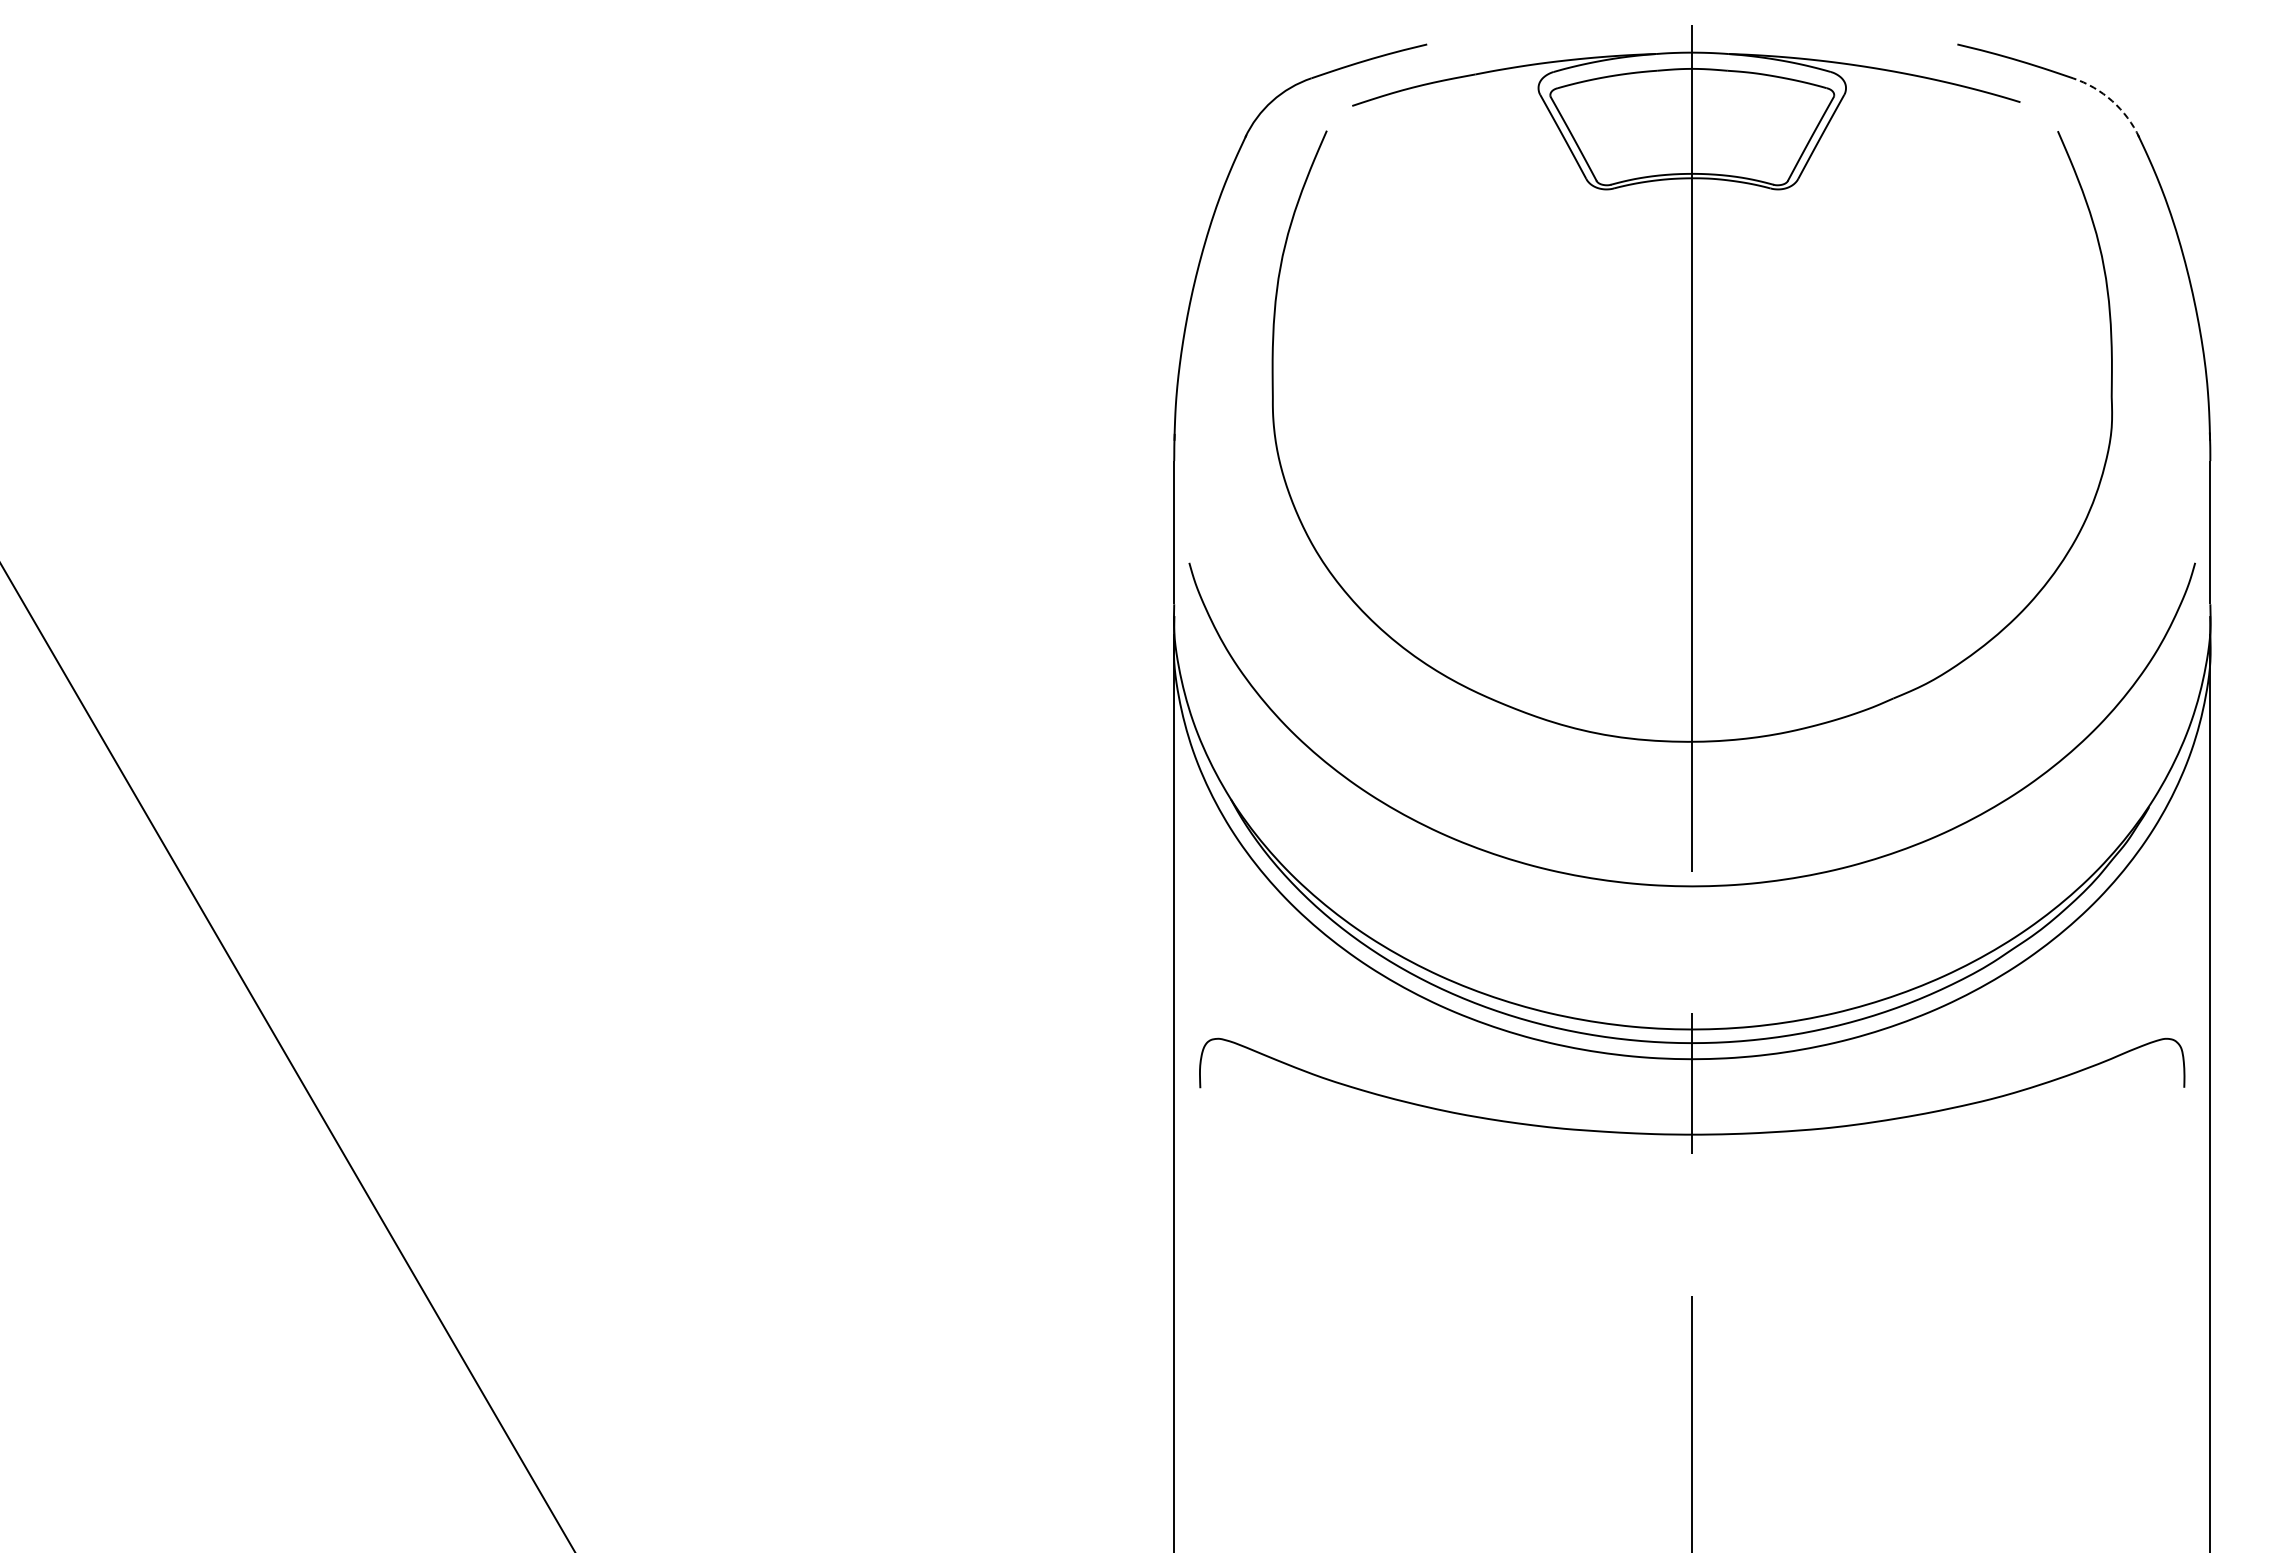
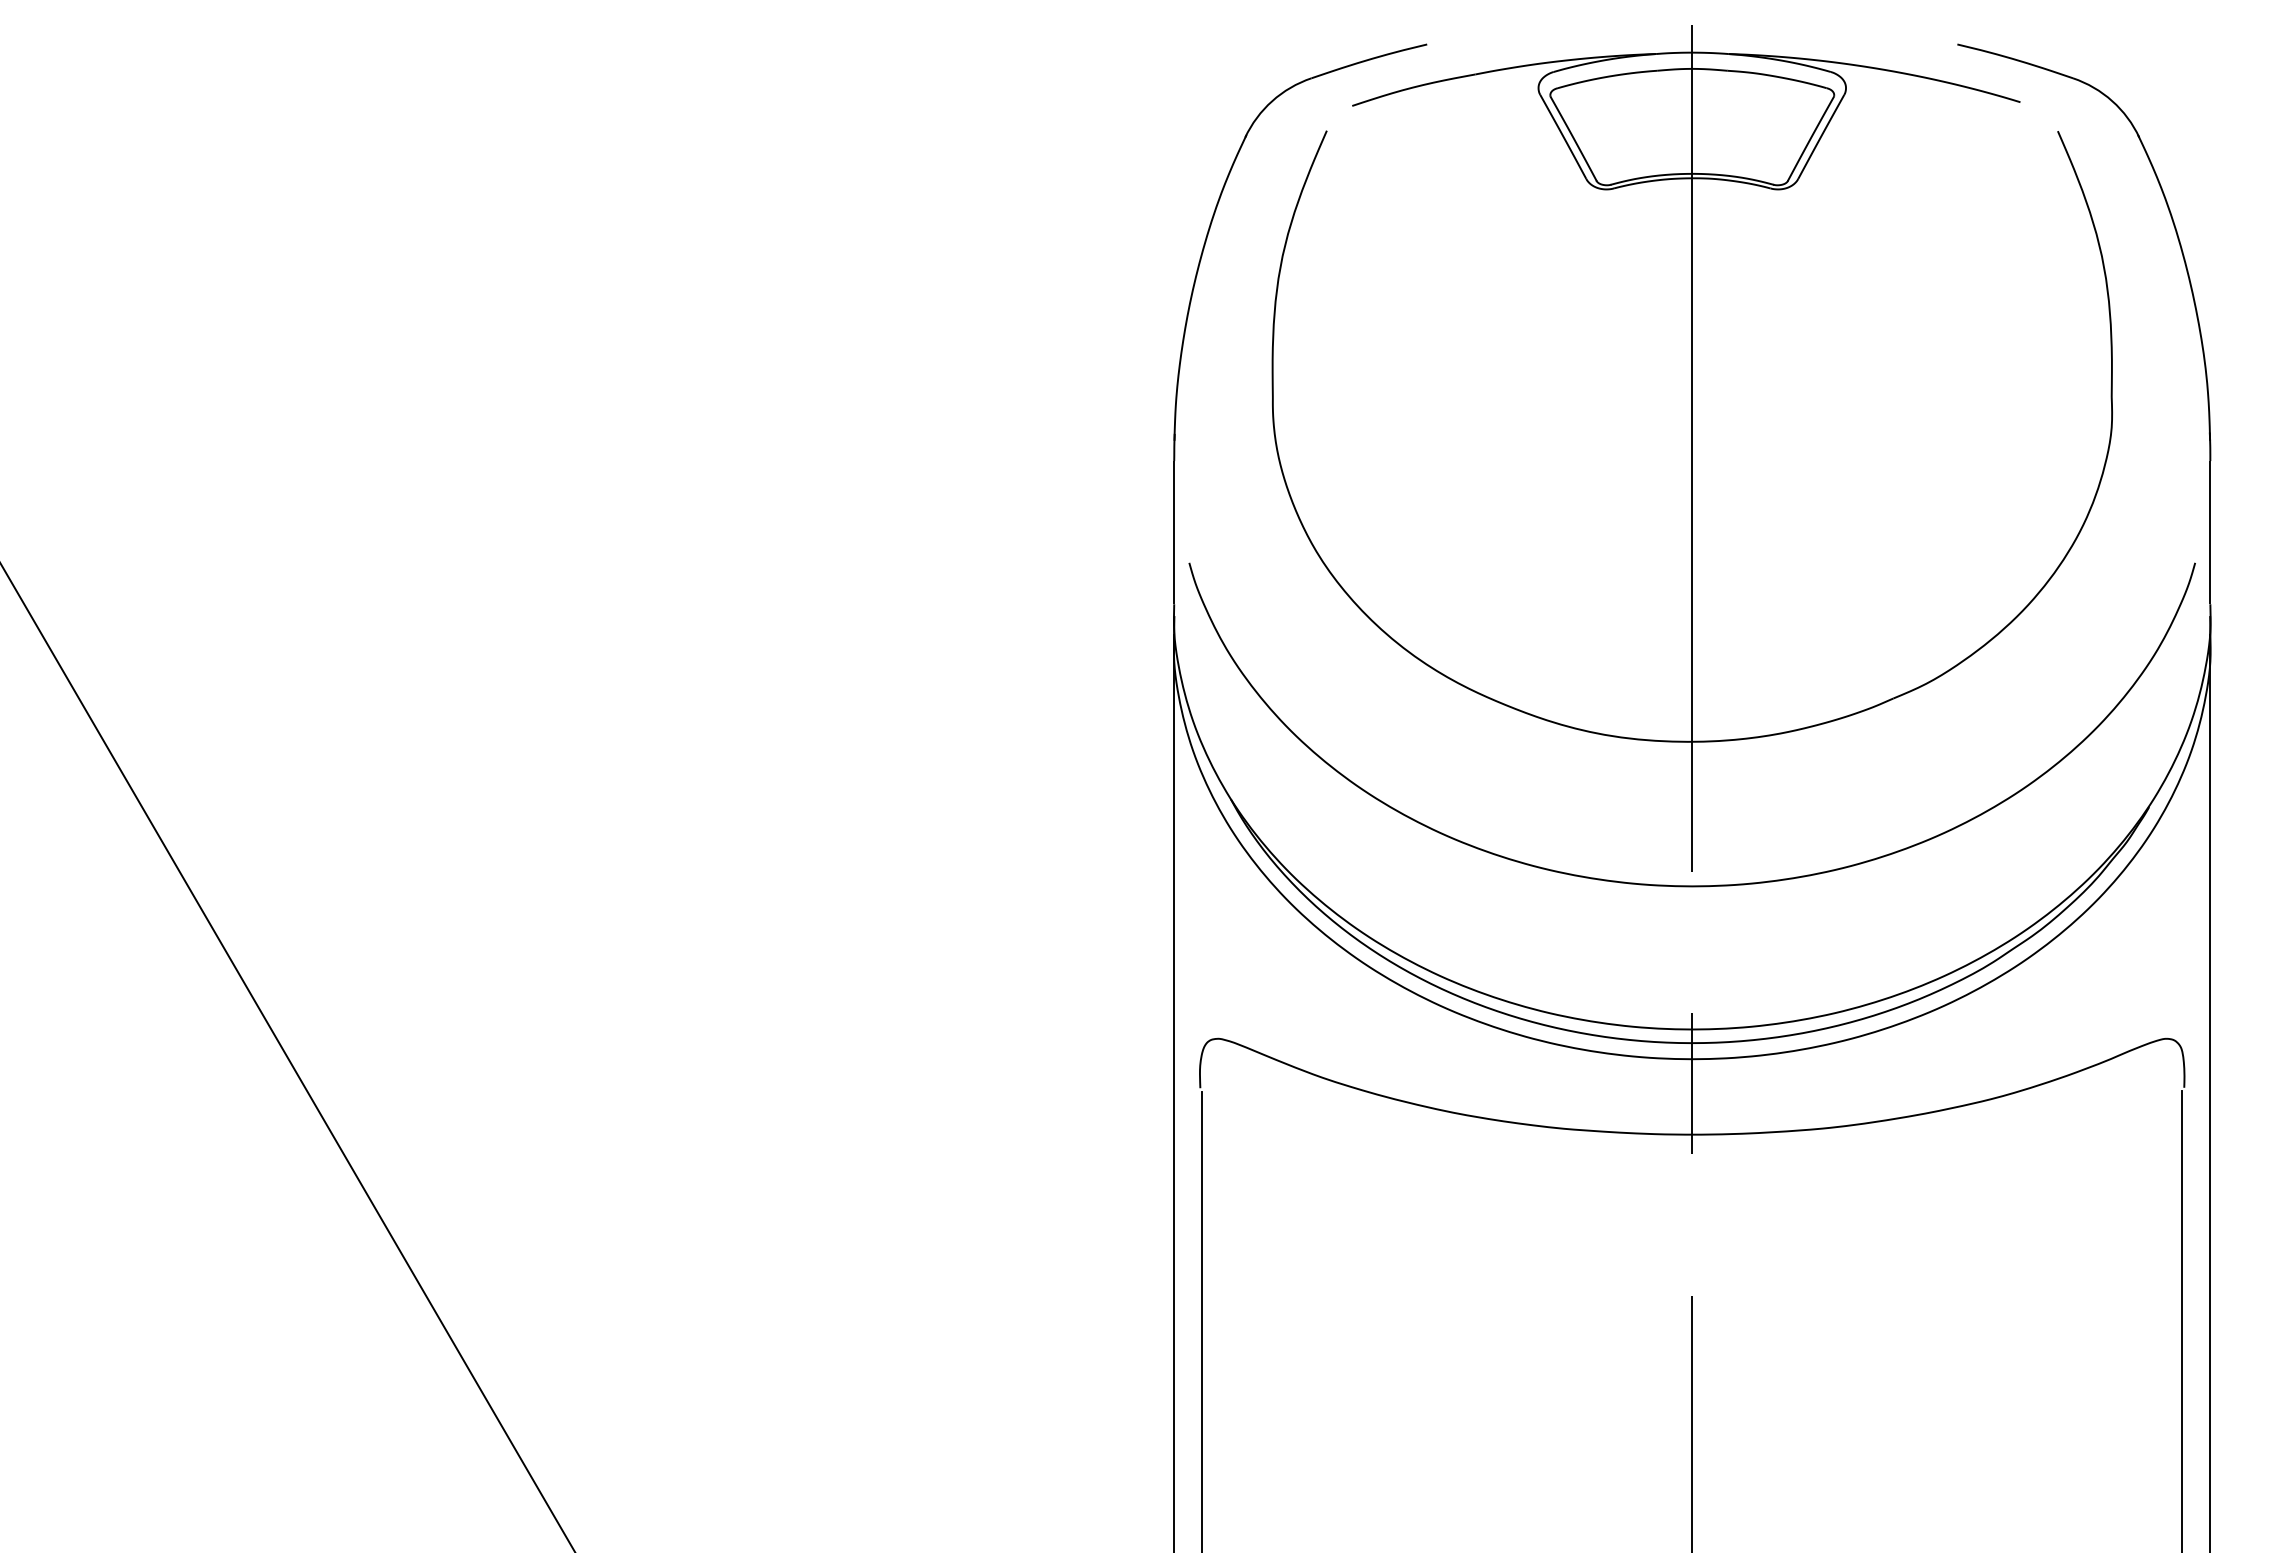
arc at (2112, 101): dashed -> solid
line at (1202, 1320): none -> present
line at (2182, 1320): none -> present
